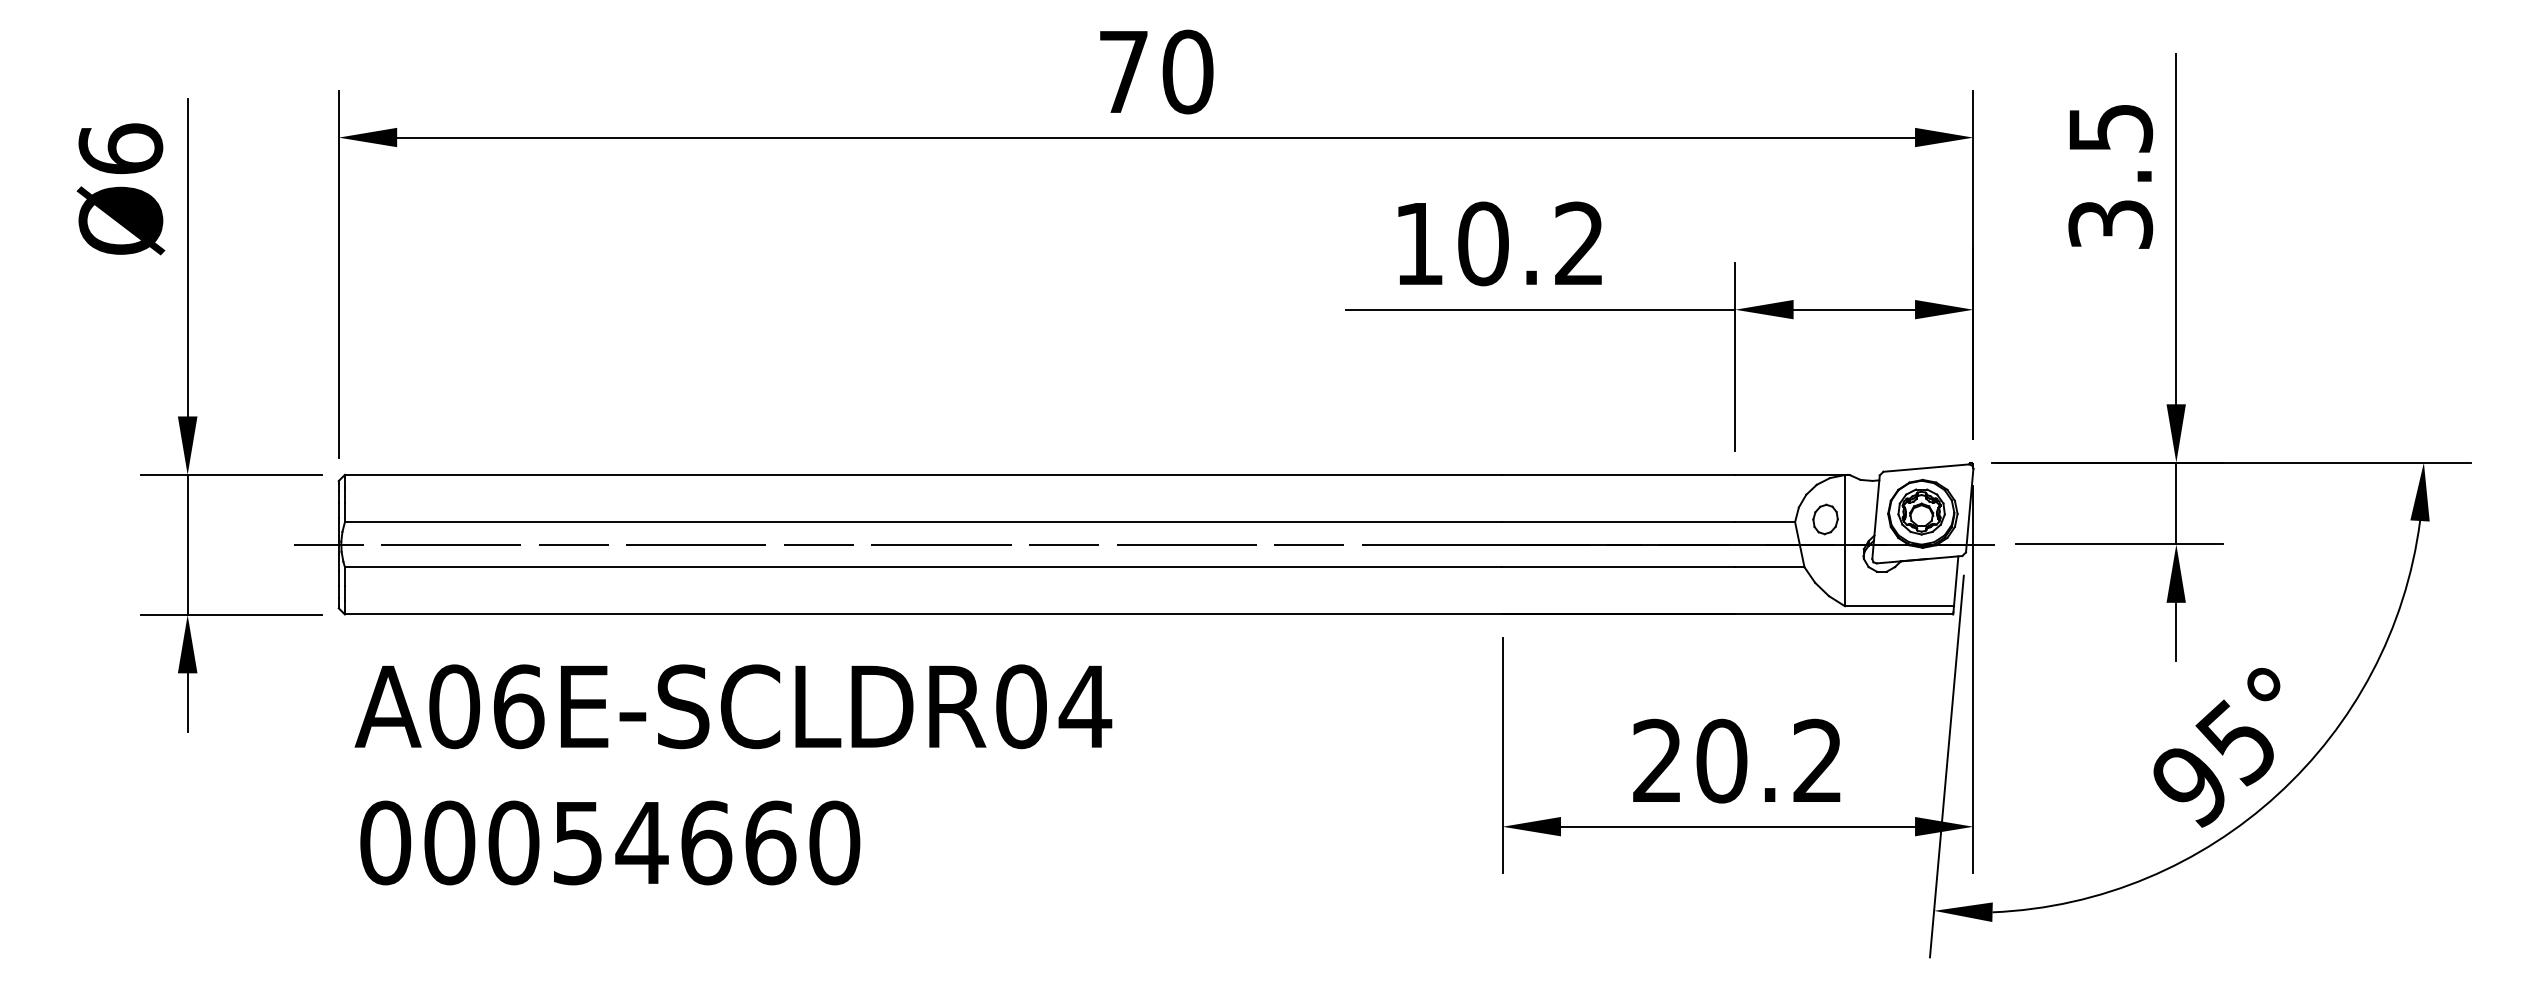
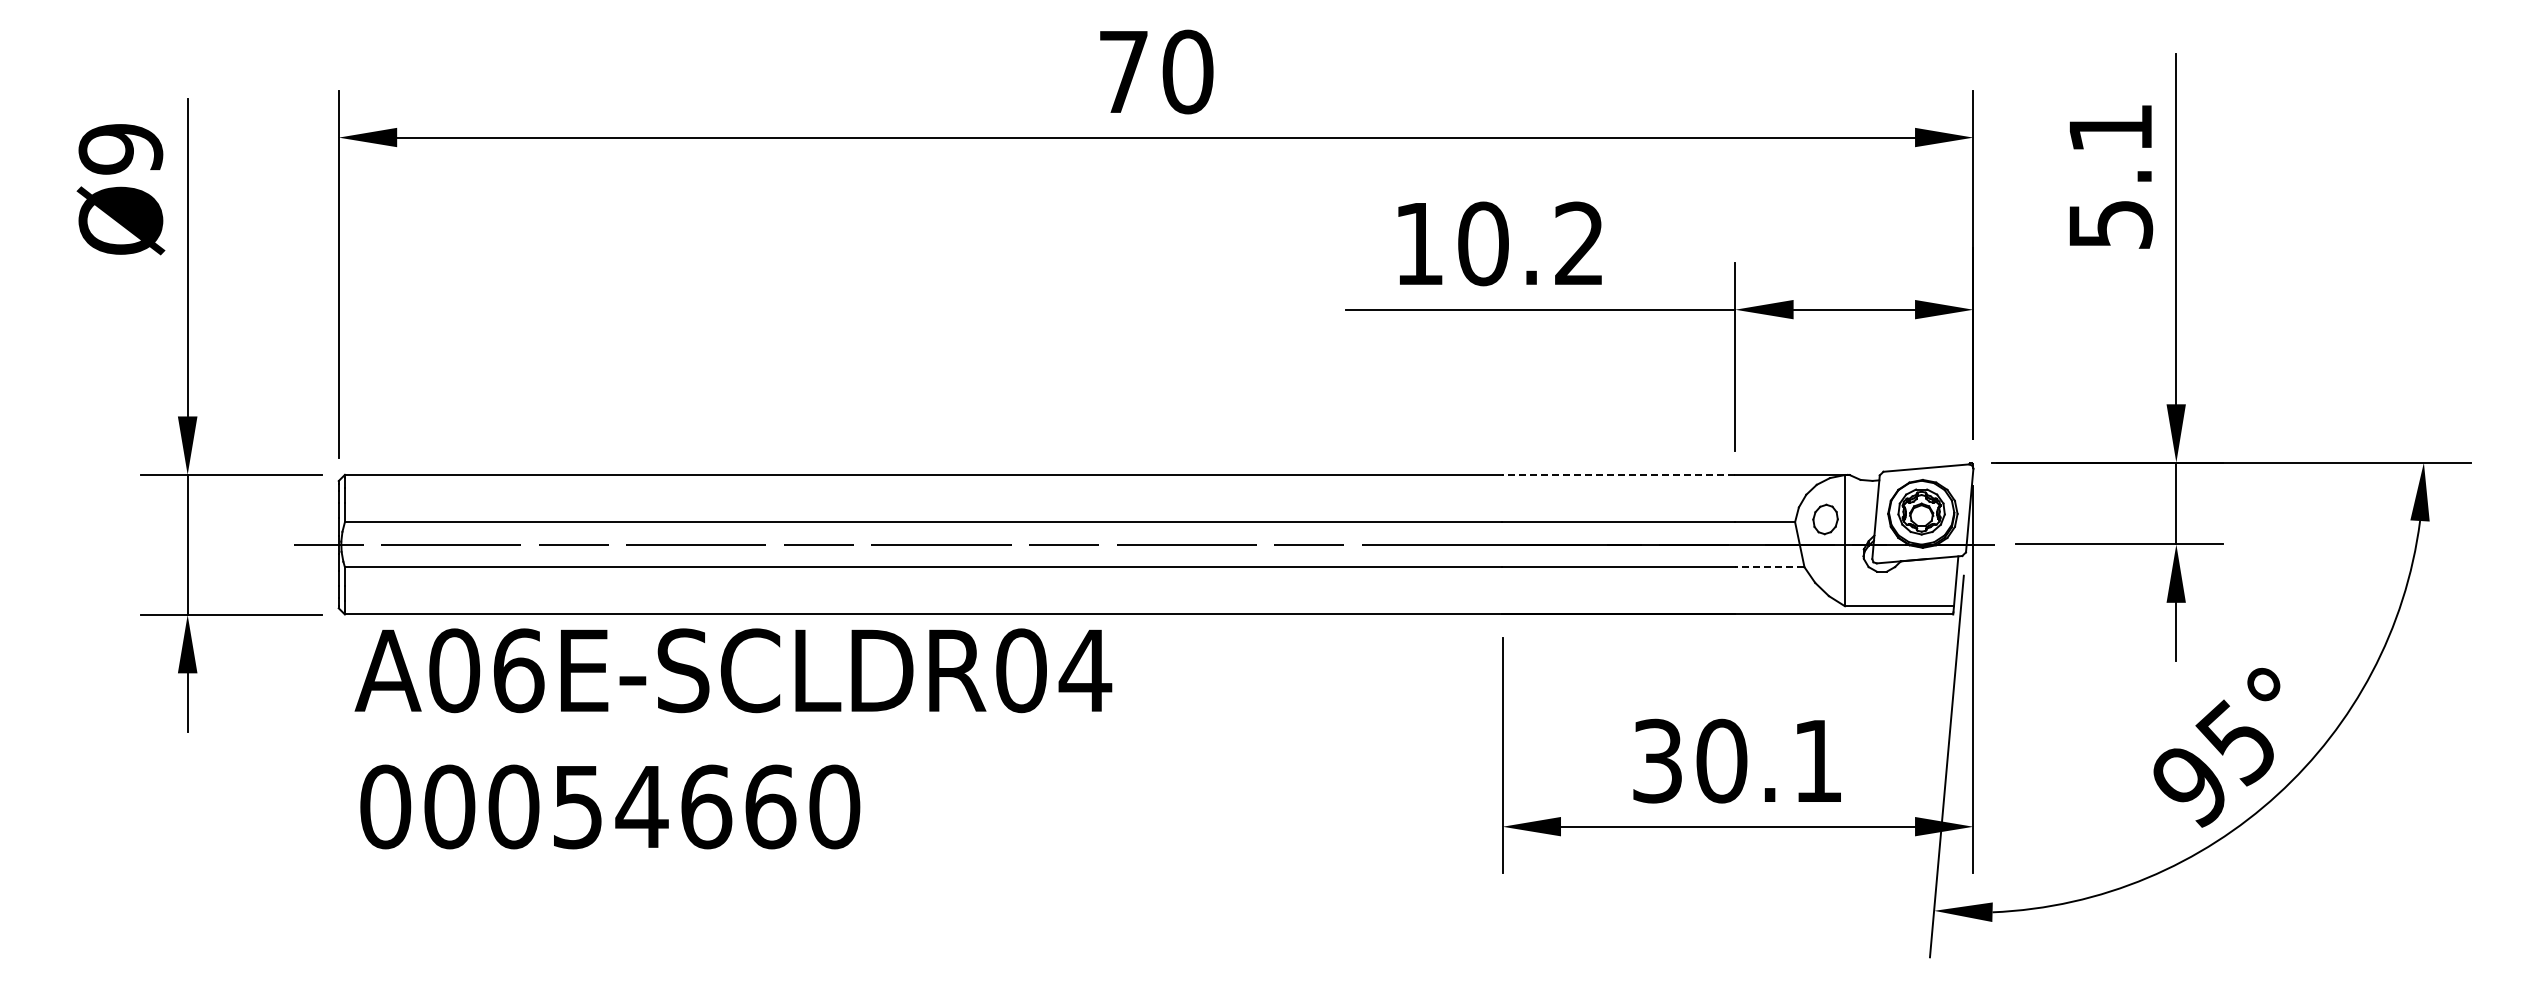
text at (120, 148): Ø6 -> Ø9
text at (2110, 176): 3.5 -> 5.1
line at (1618, 474): solid -> dashed
line at (1769, 567): solid -> dashed
text at (1736, 760): 20.2 -> 30.1
text at (733, 774) position: (733, 774) -> (733, 738)
